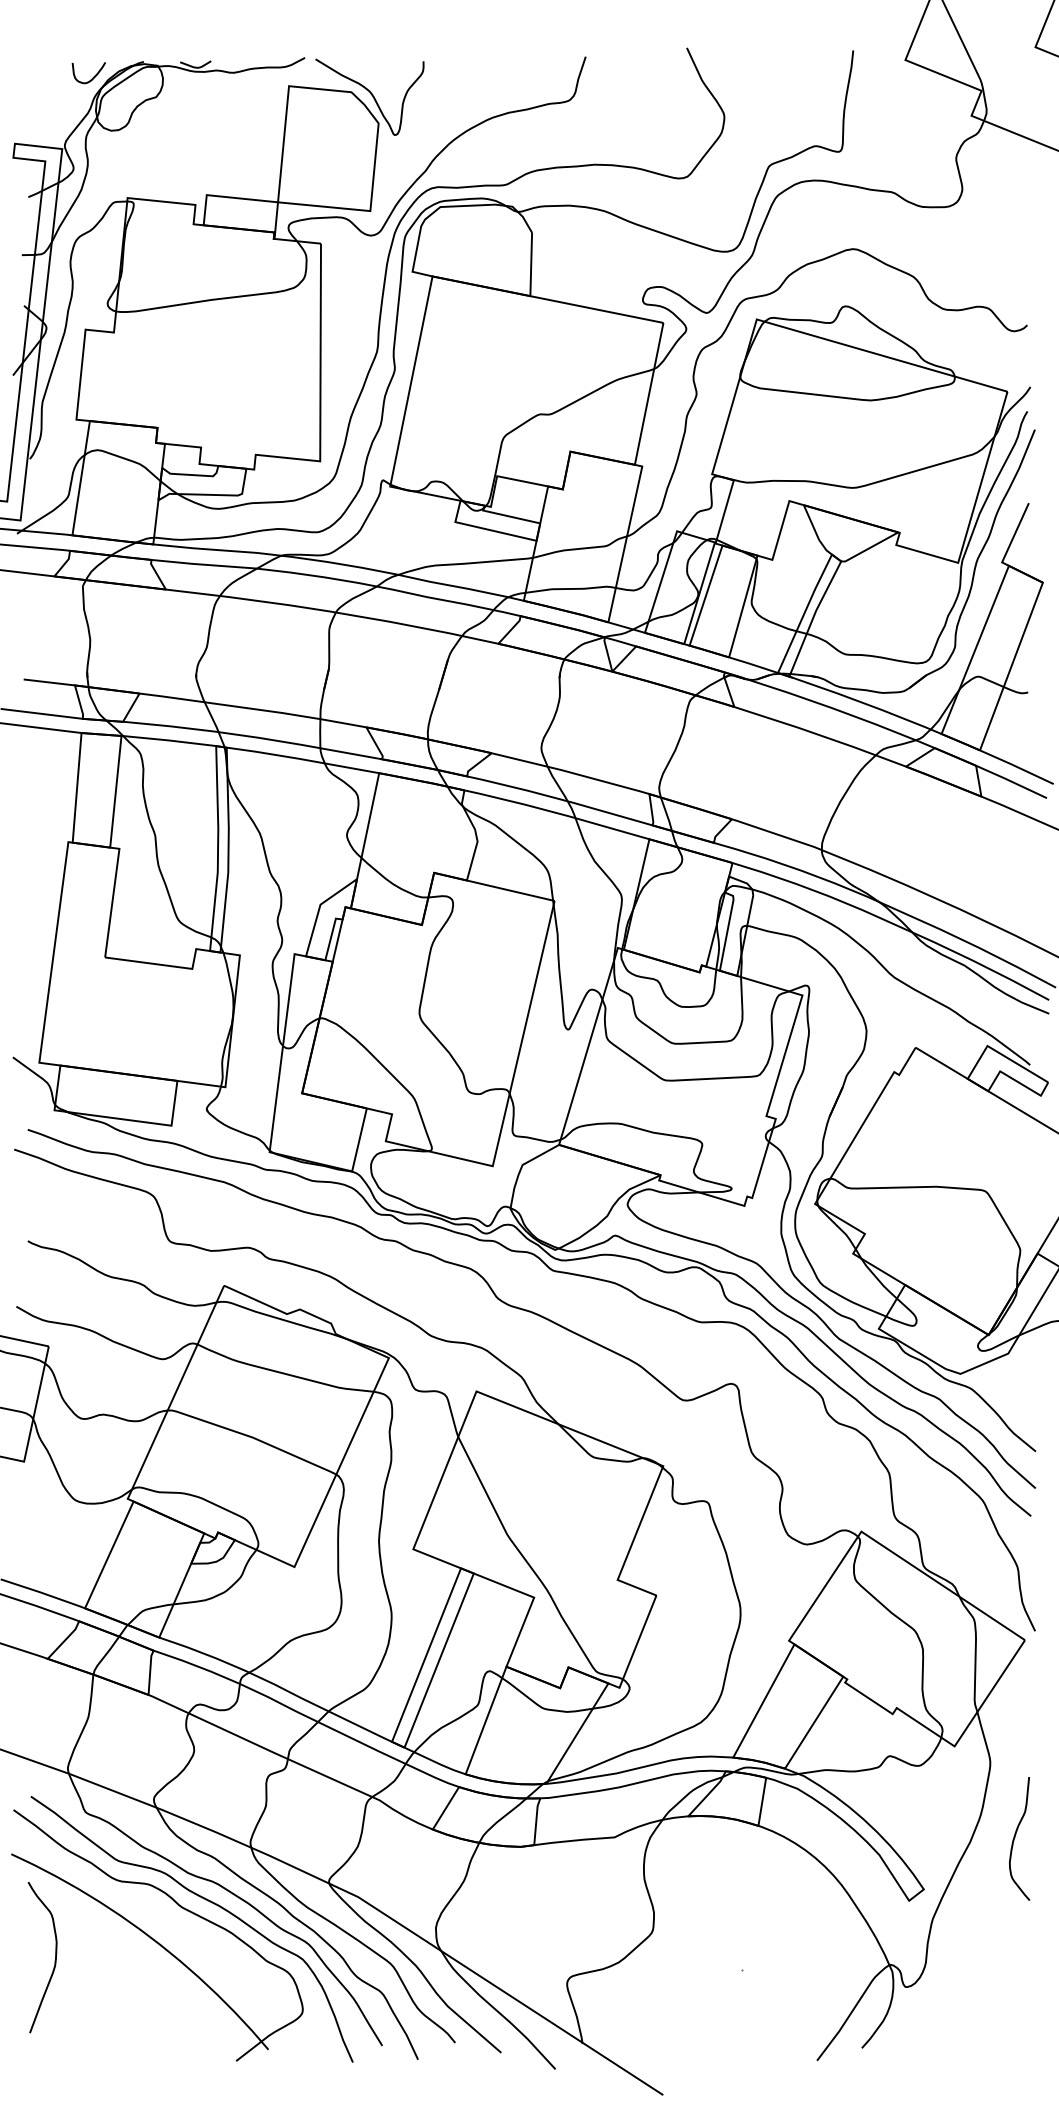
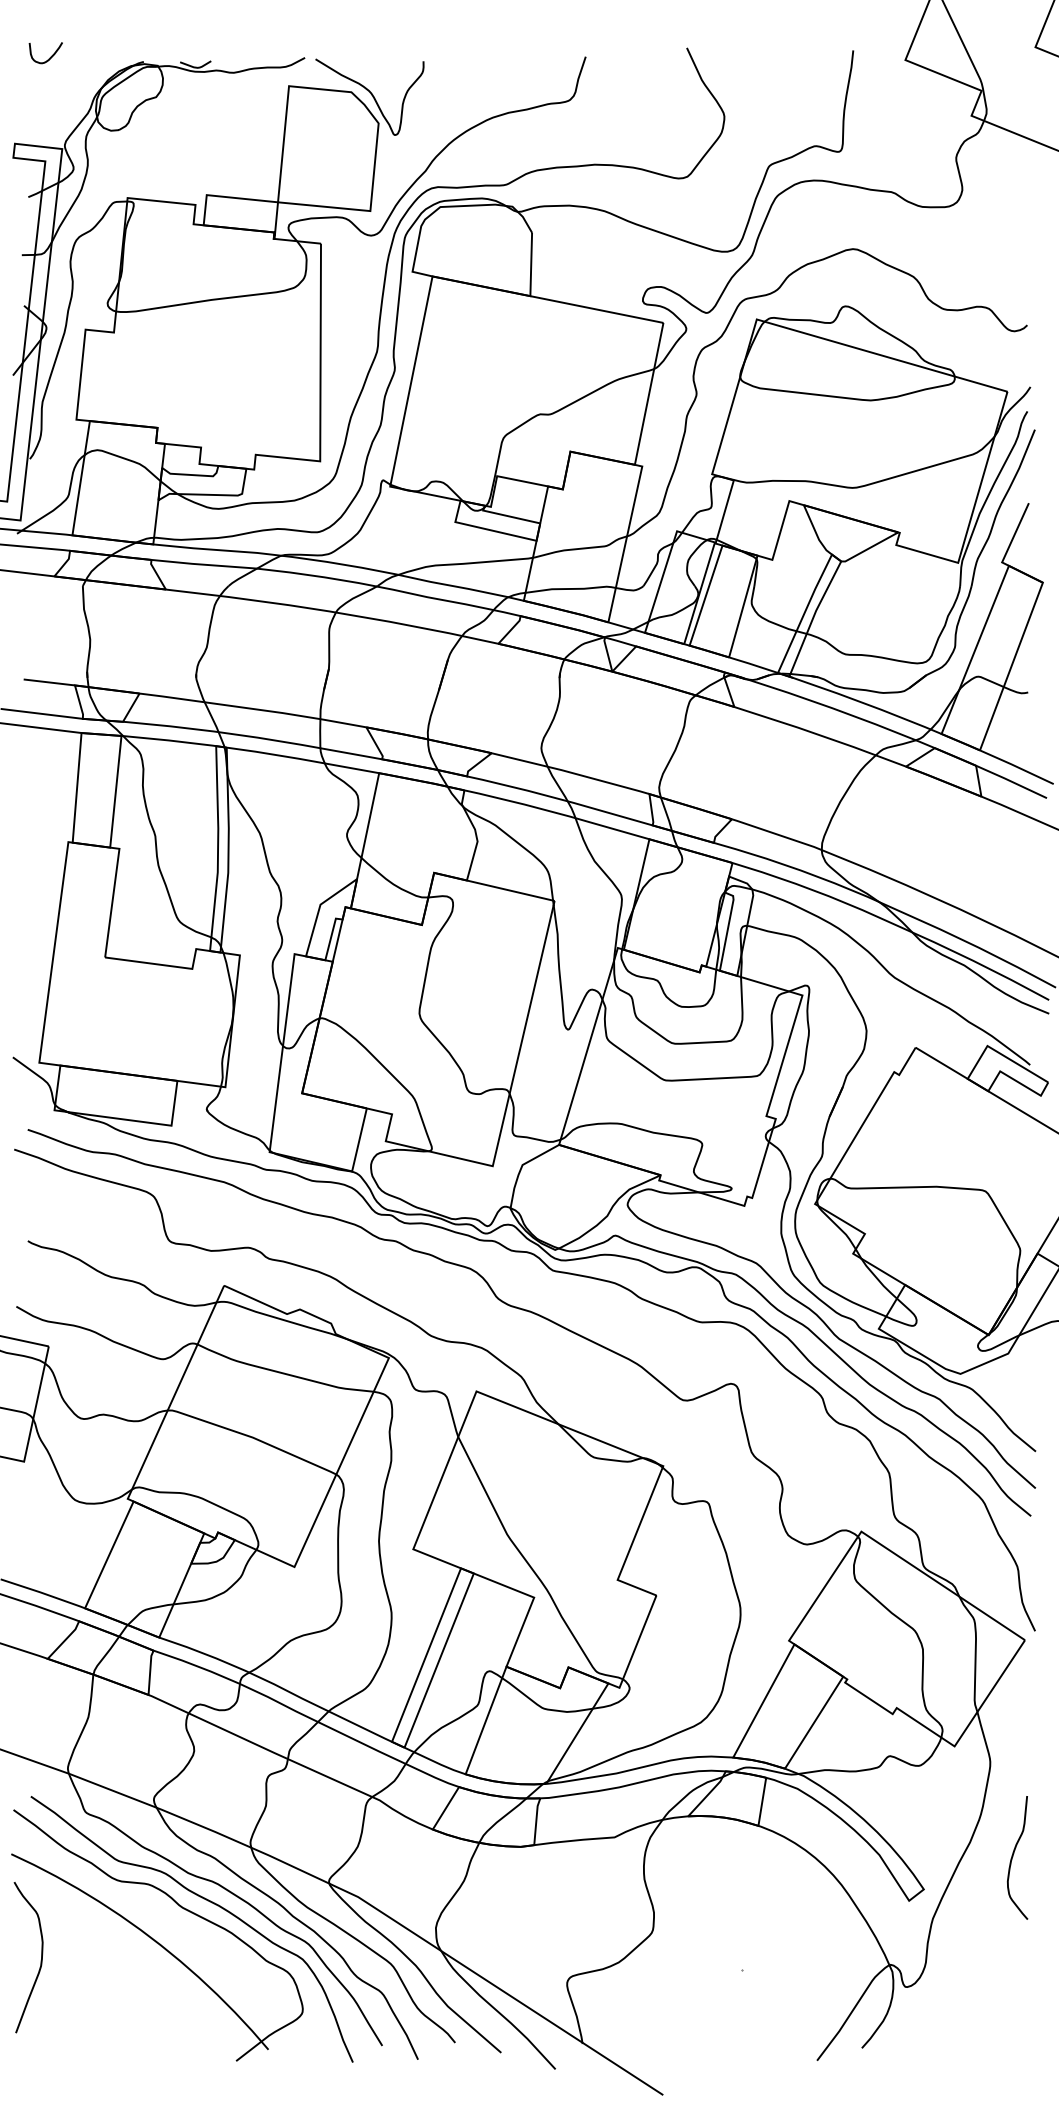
curve at (92, 77) position: (92, 77) -> (49, 57)
curve at (1015, 1837) position: (1015, 1837) -> (1013, 1856)
curve at (54, 1960) position: (54, 1960) -> (40, 1960)
